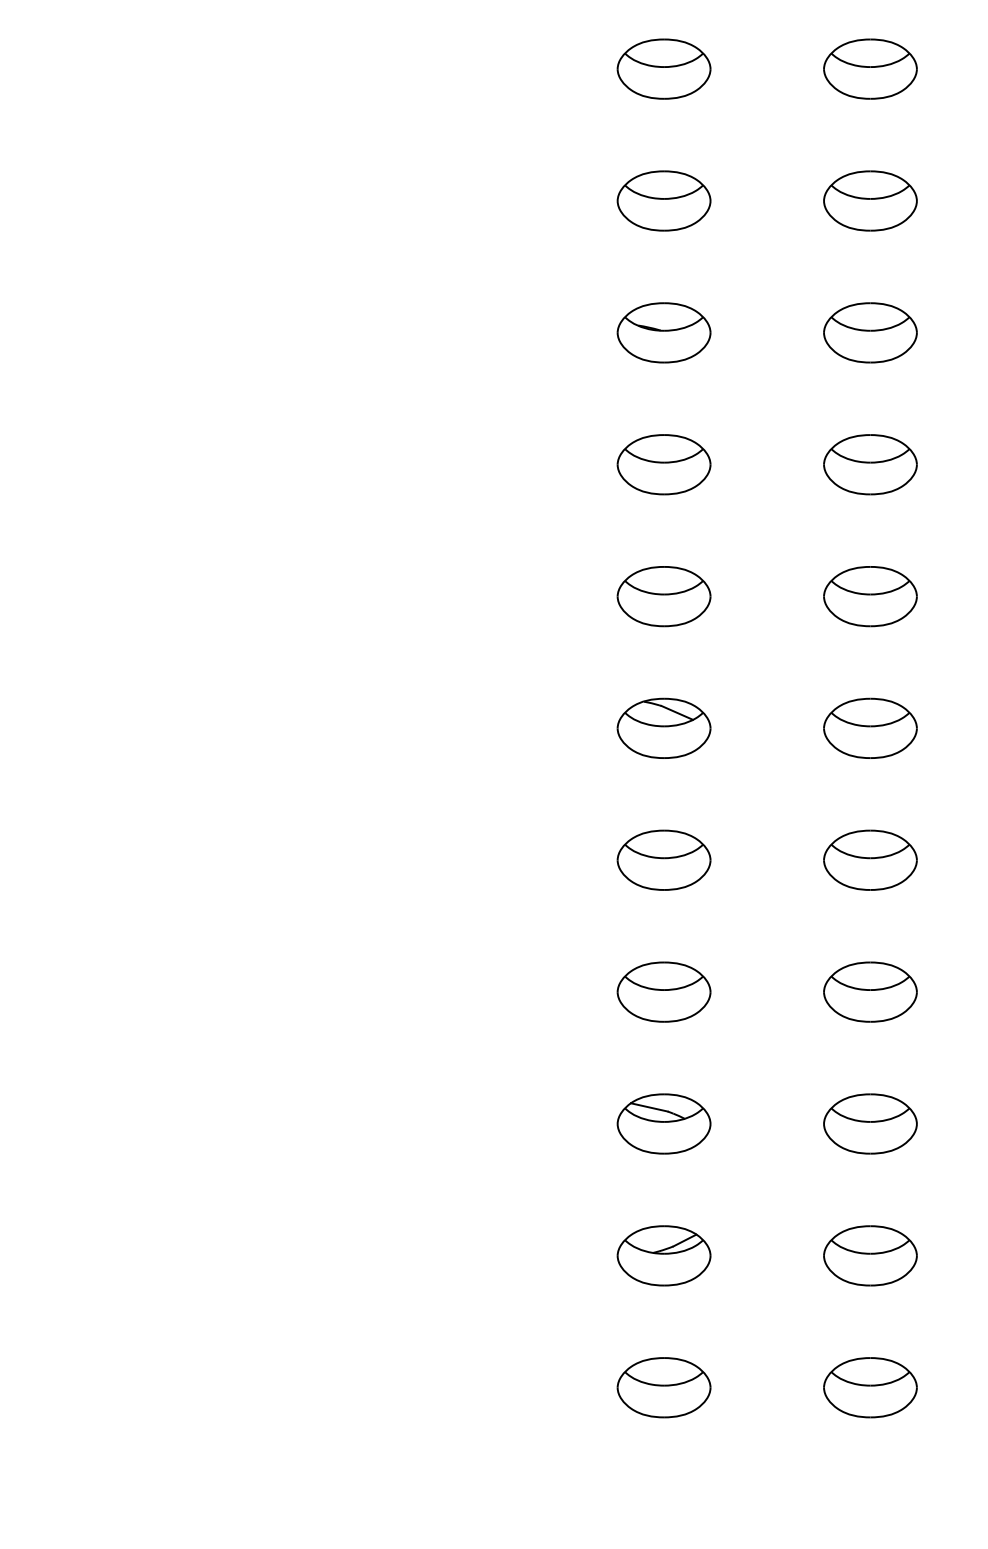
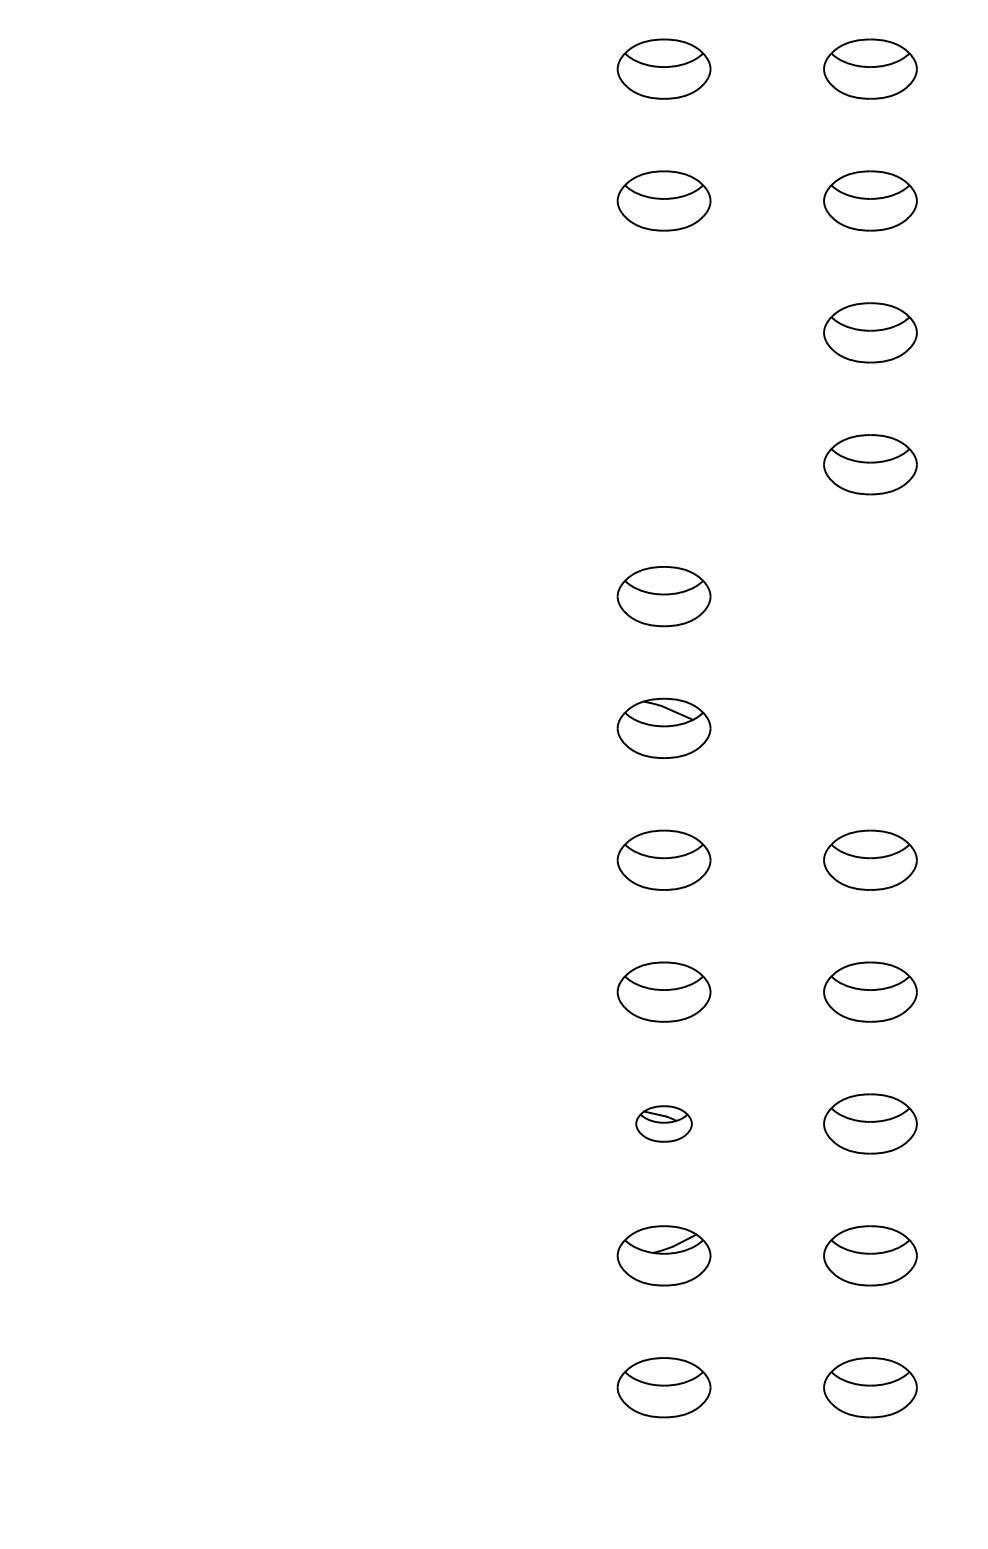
part at (663, 332): present -> none
part at (663, 464): present -> none
part at (870, 596): present -> none
part at (870, 727): present -> none
part at (663, 1123) size: 96x62 px -> 58x38 px
